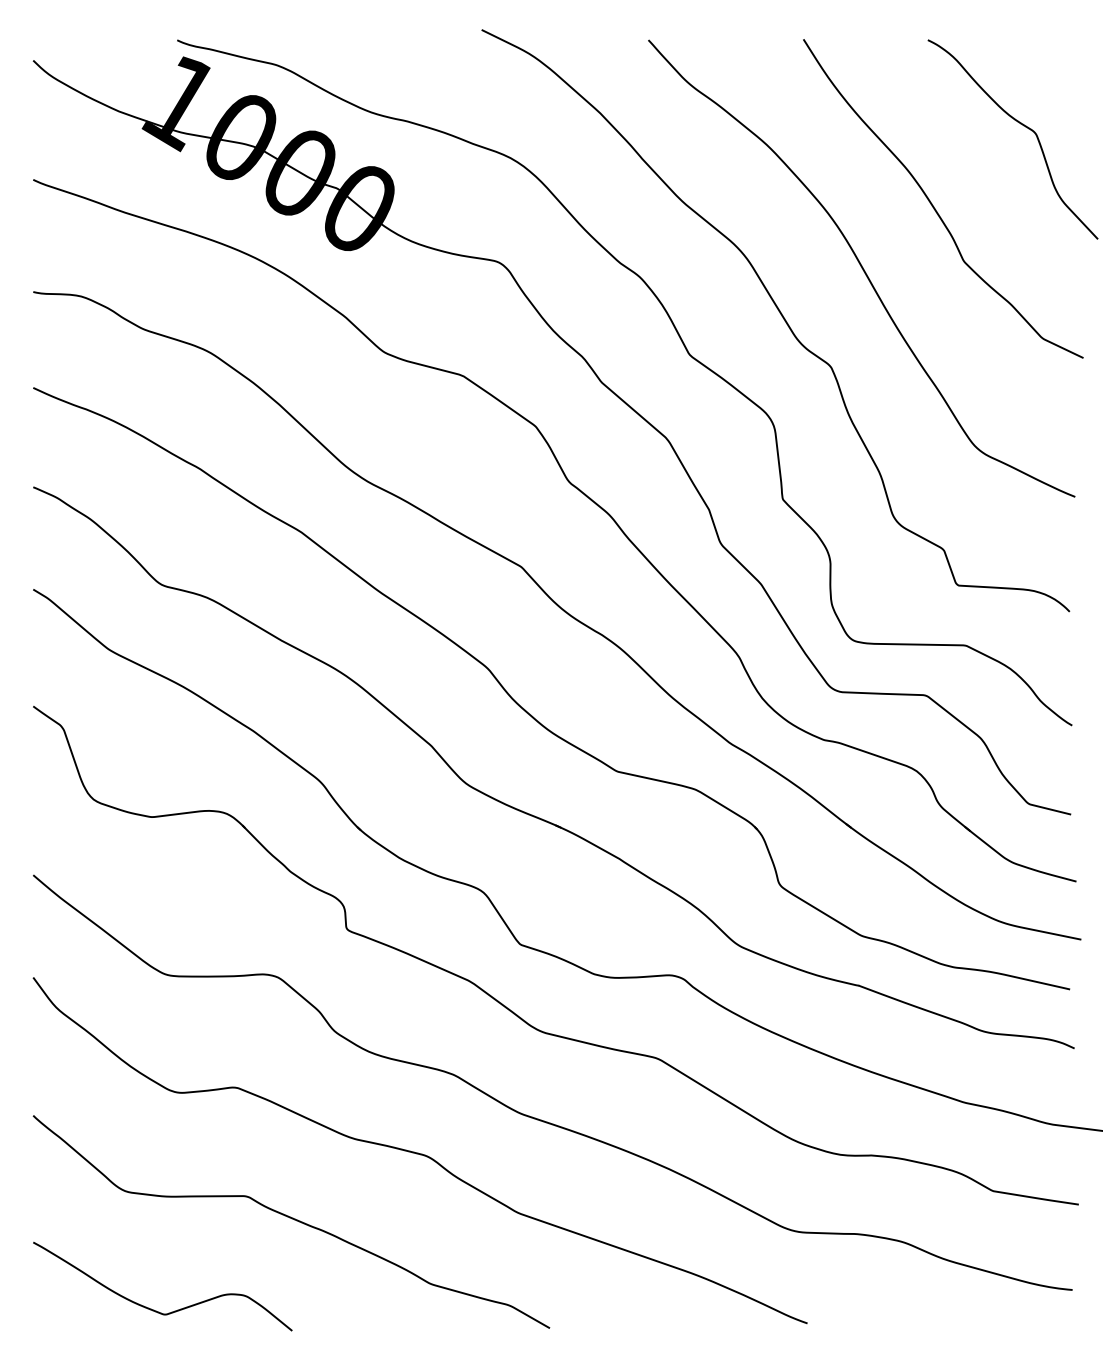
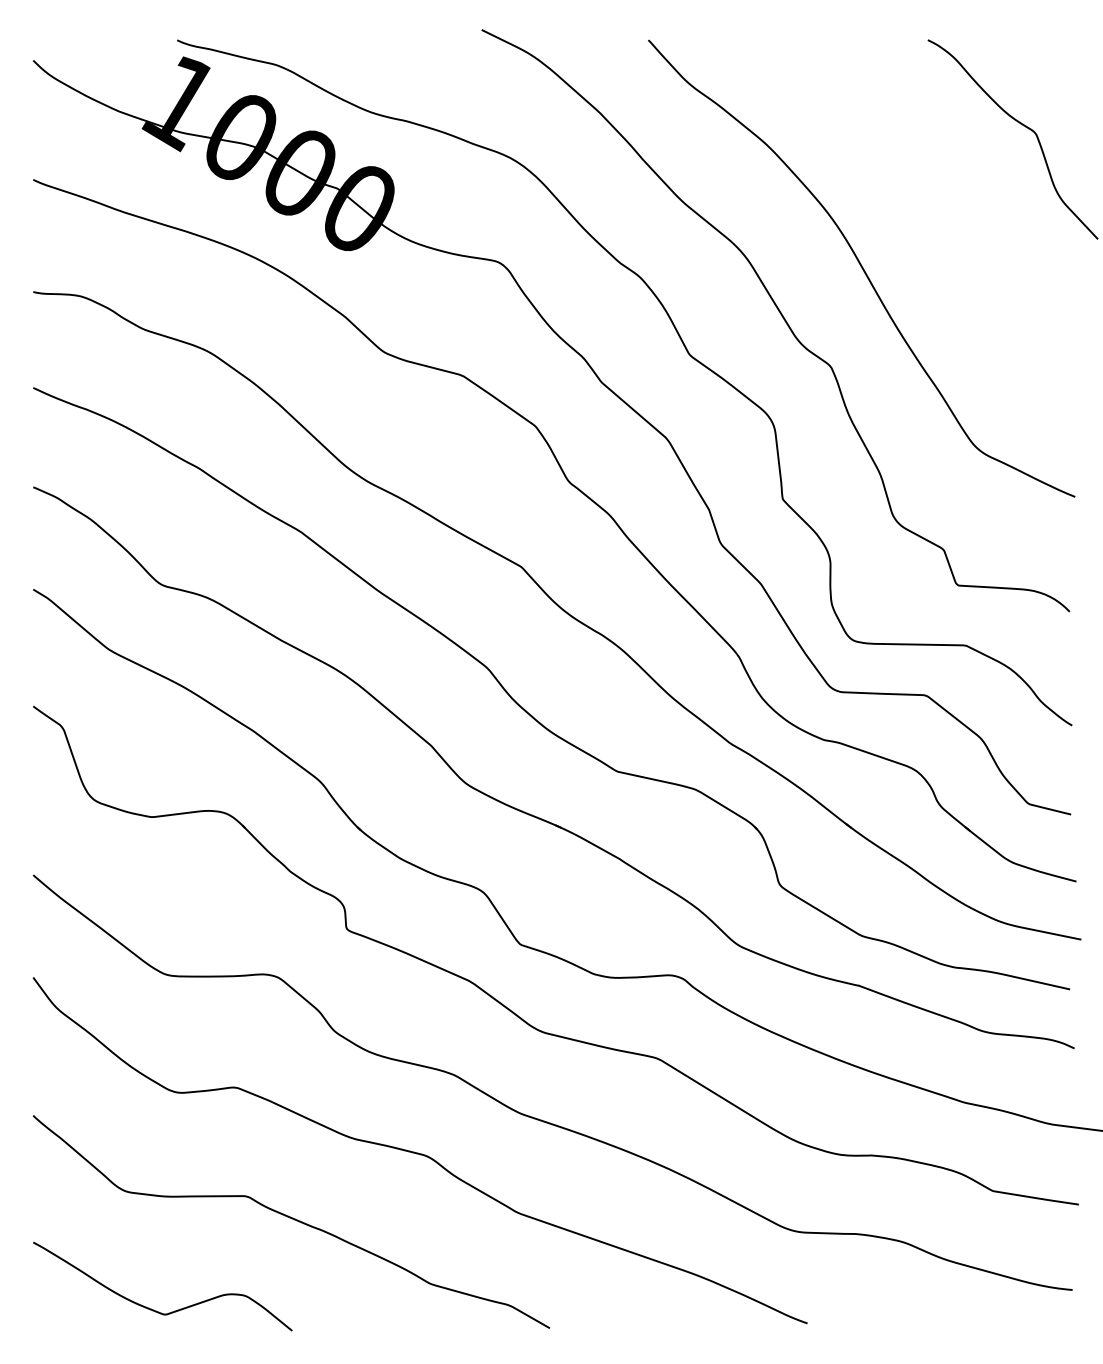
curve at (934, 206): present -> none
